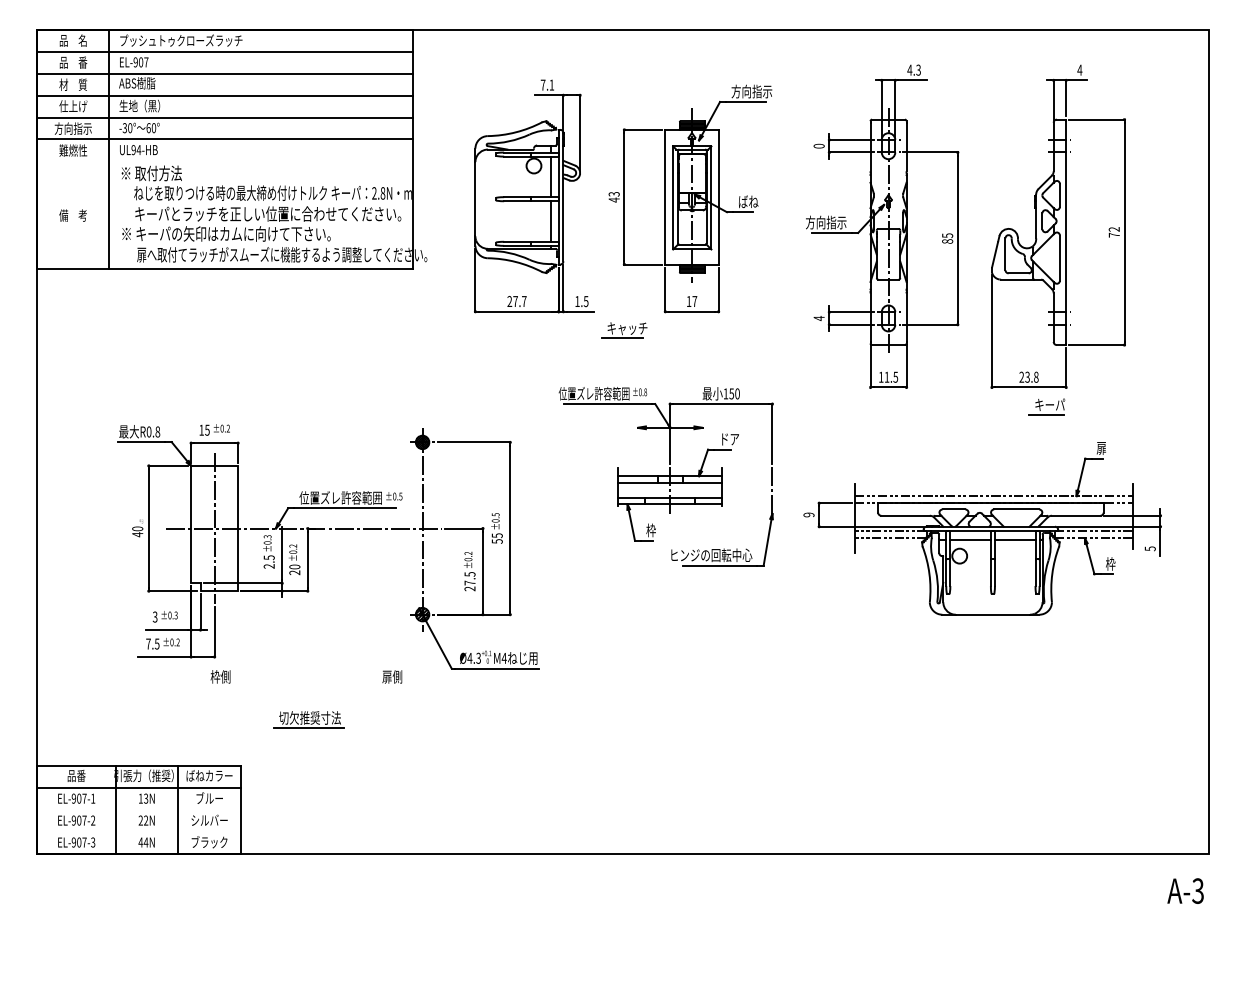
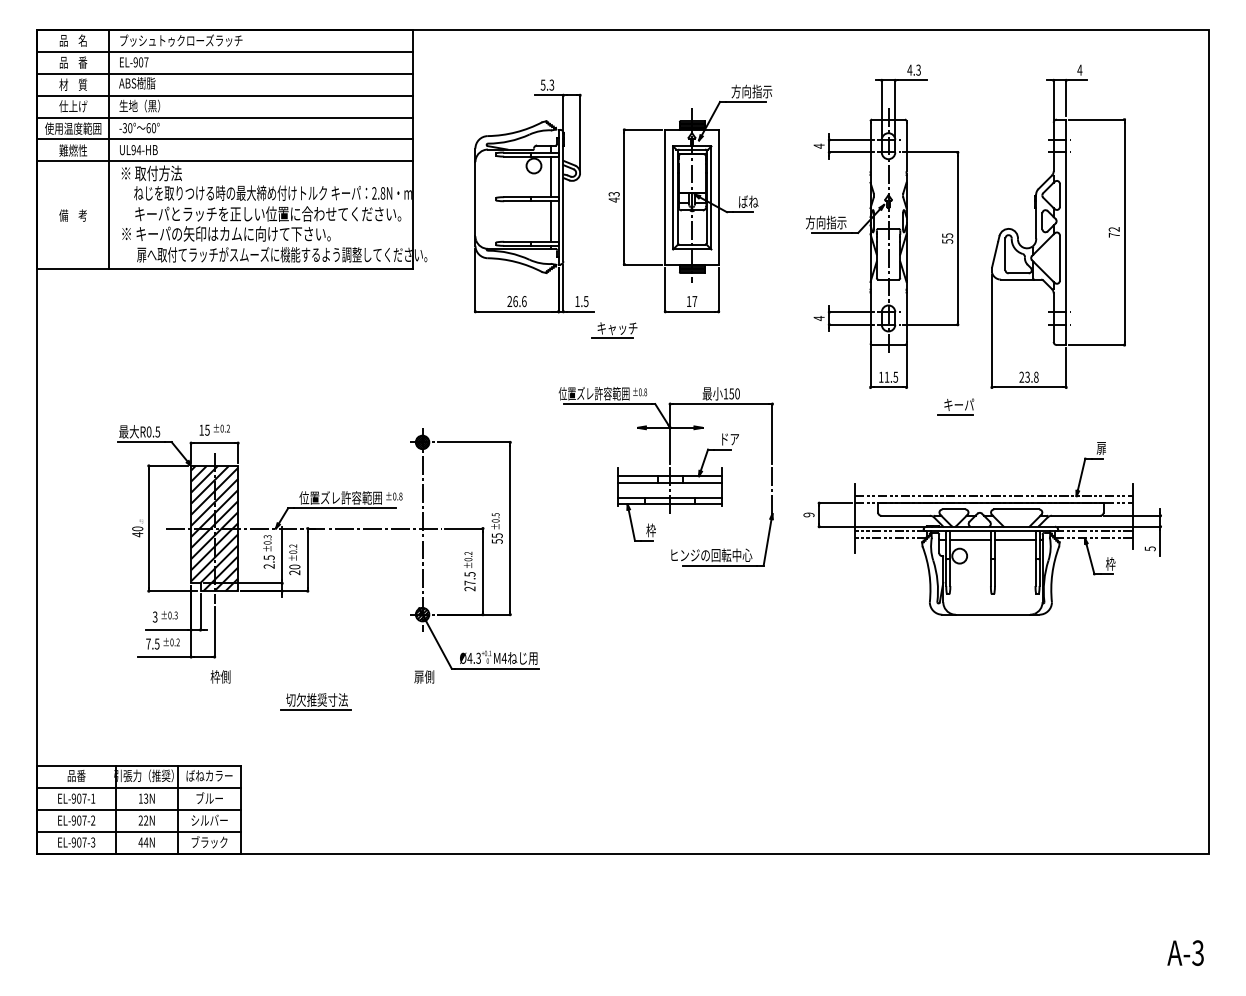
text at (547, 84): 7.1 -> 5.3
text at (73, 128): 方向指示 -> 使用温度範囲
text at (818, 145): 0 -> 4
line at (224, 161): none -> present
text at (947, 241): 85 -> 55
text at (519, 301): 27.7 -> 26.6
part at (624, 330) position: (624, 330) -> (614, 330)
part at (1046, 406) position: (1046, 406) -> (955, 406)
text at (157, 431): R0.8 -> R0.5
text at (400, 496): ±0.5 -> ±0.8
hatch at (214, 528): none -> present
text at (392, 676) position: (392, 676) -> (424, 676)
part at (308, 719) position: (308, 719) -> (315, 701)
line at (138, 809): none -> present
line at (138, 831): none -> present
text at (1185, 890) position: (1185, 890) -> (1185, 952)
